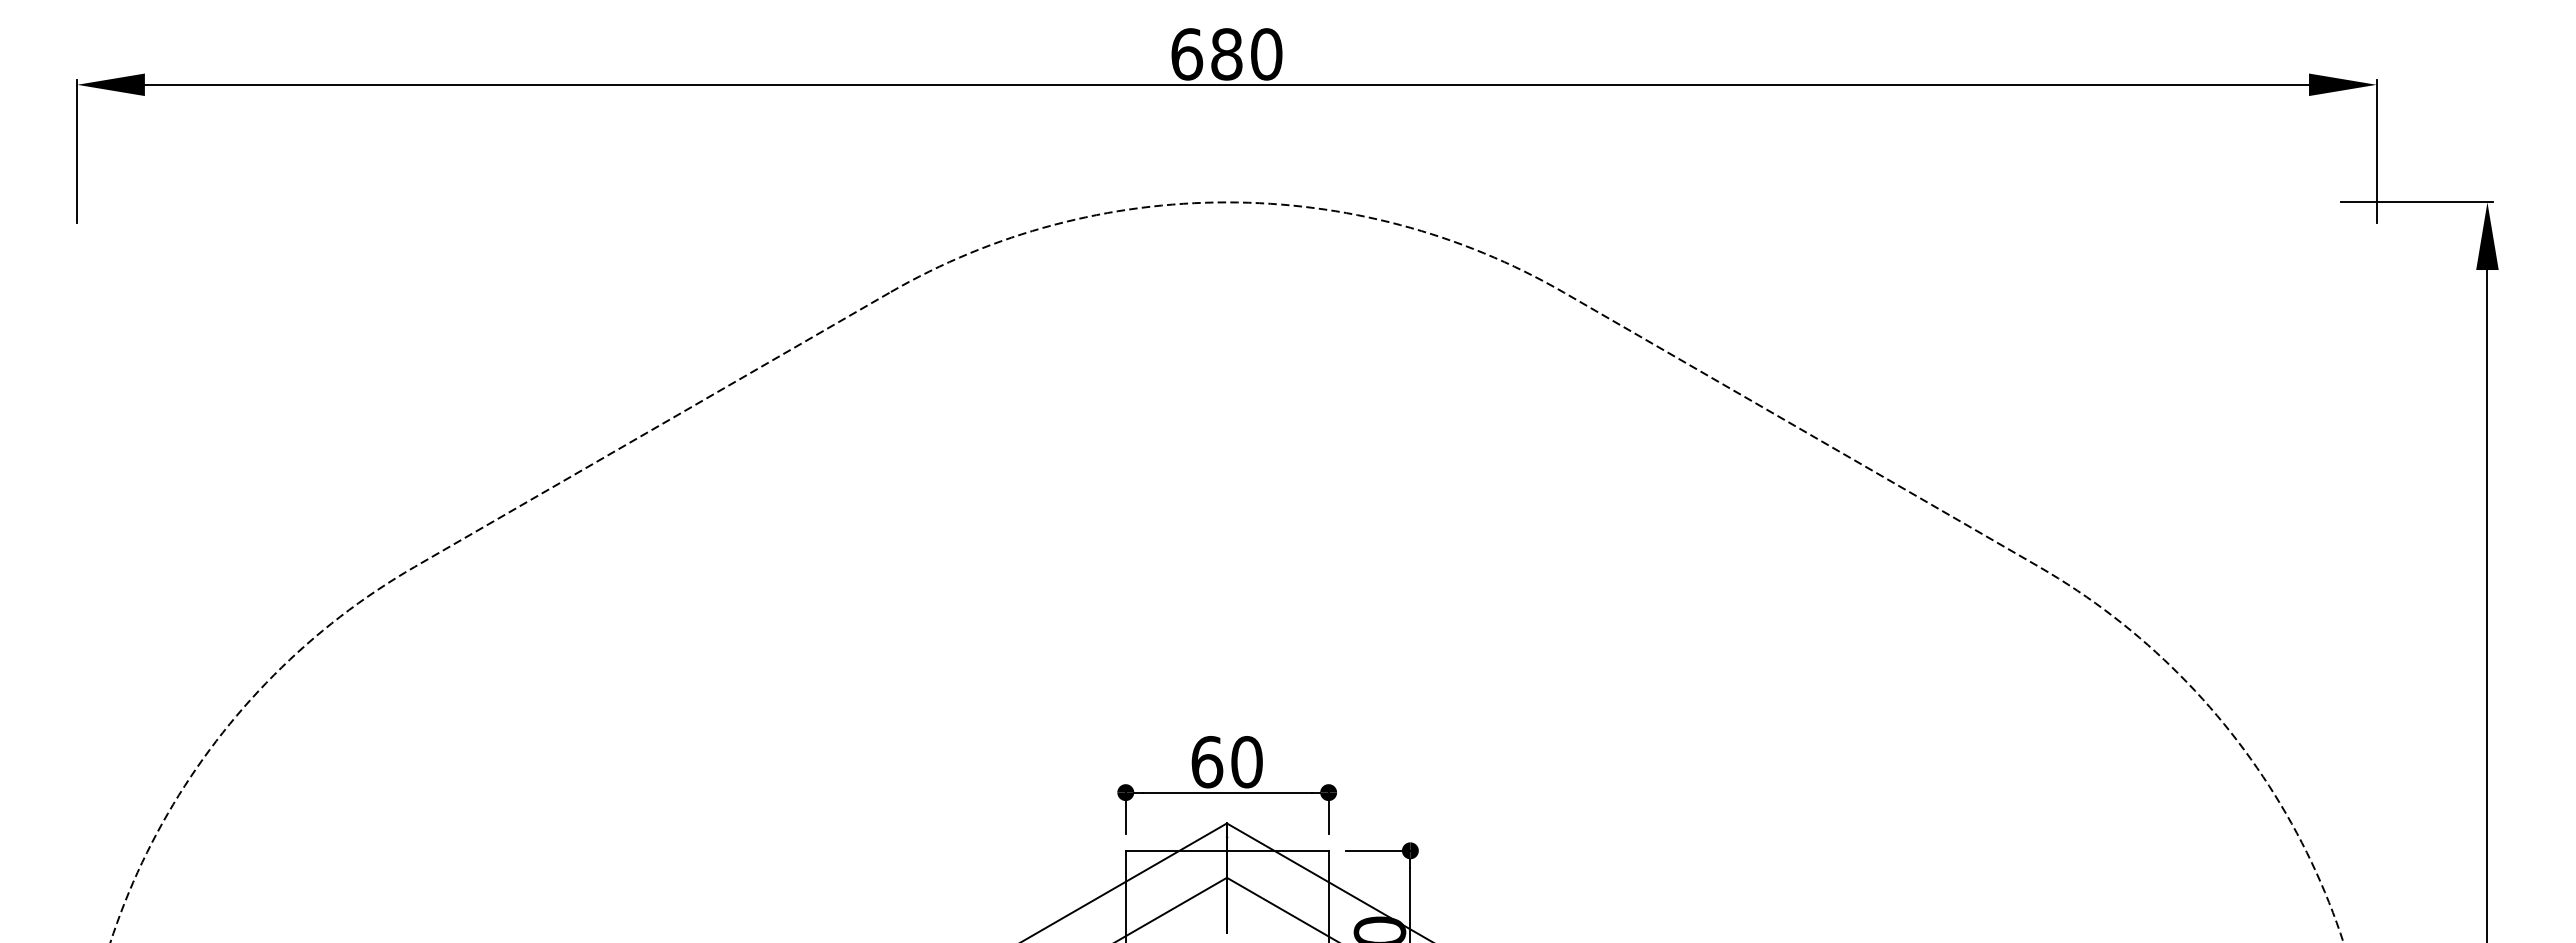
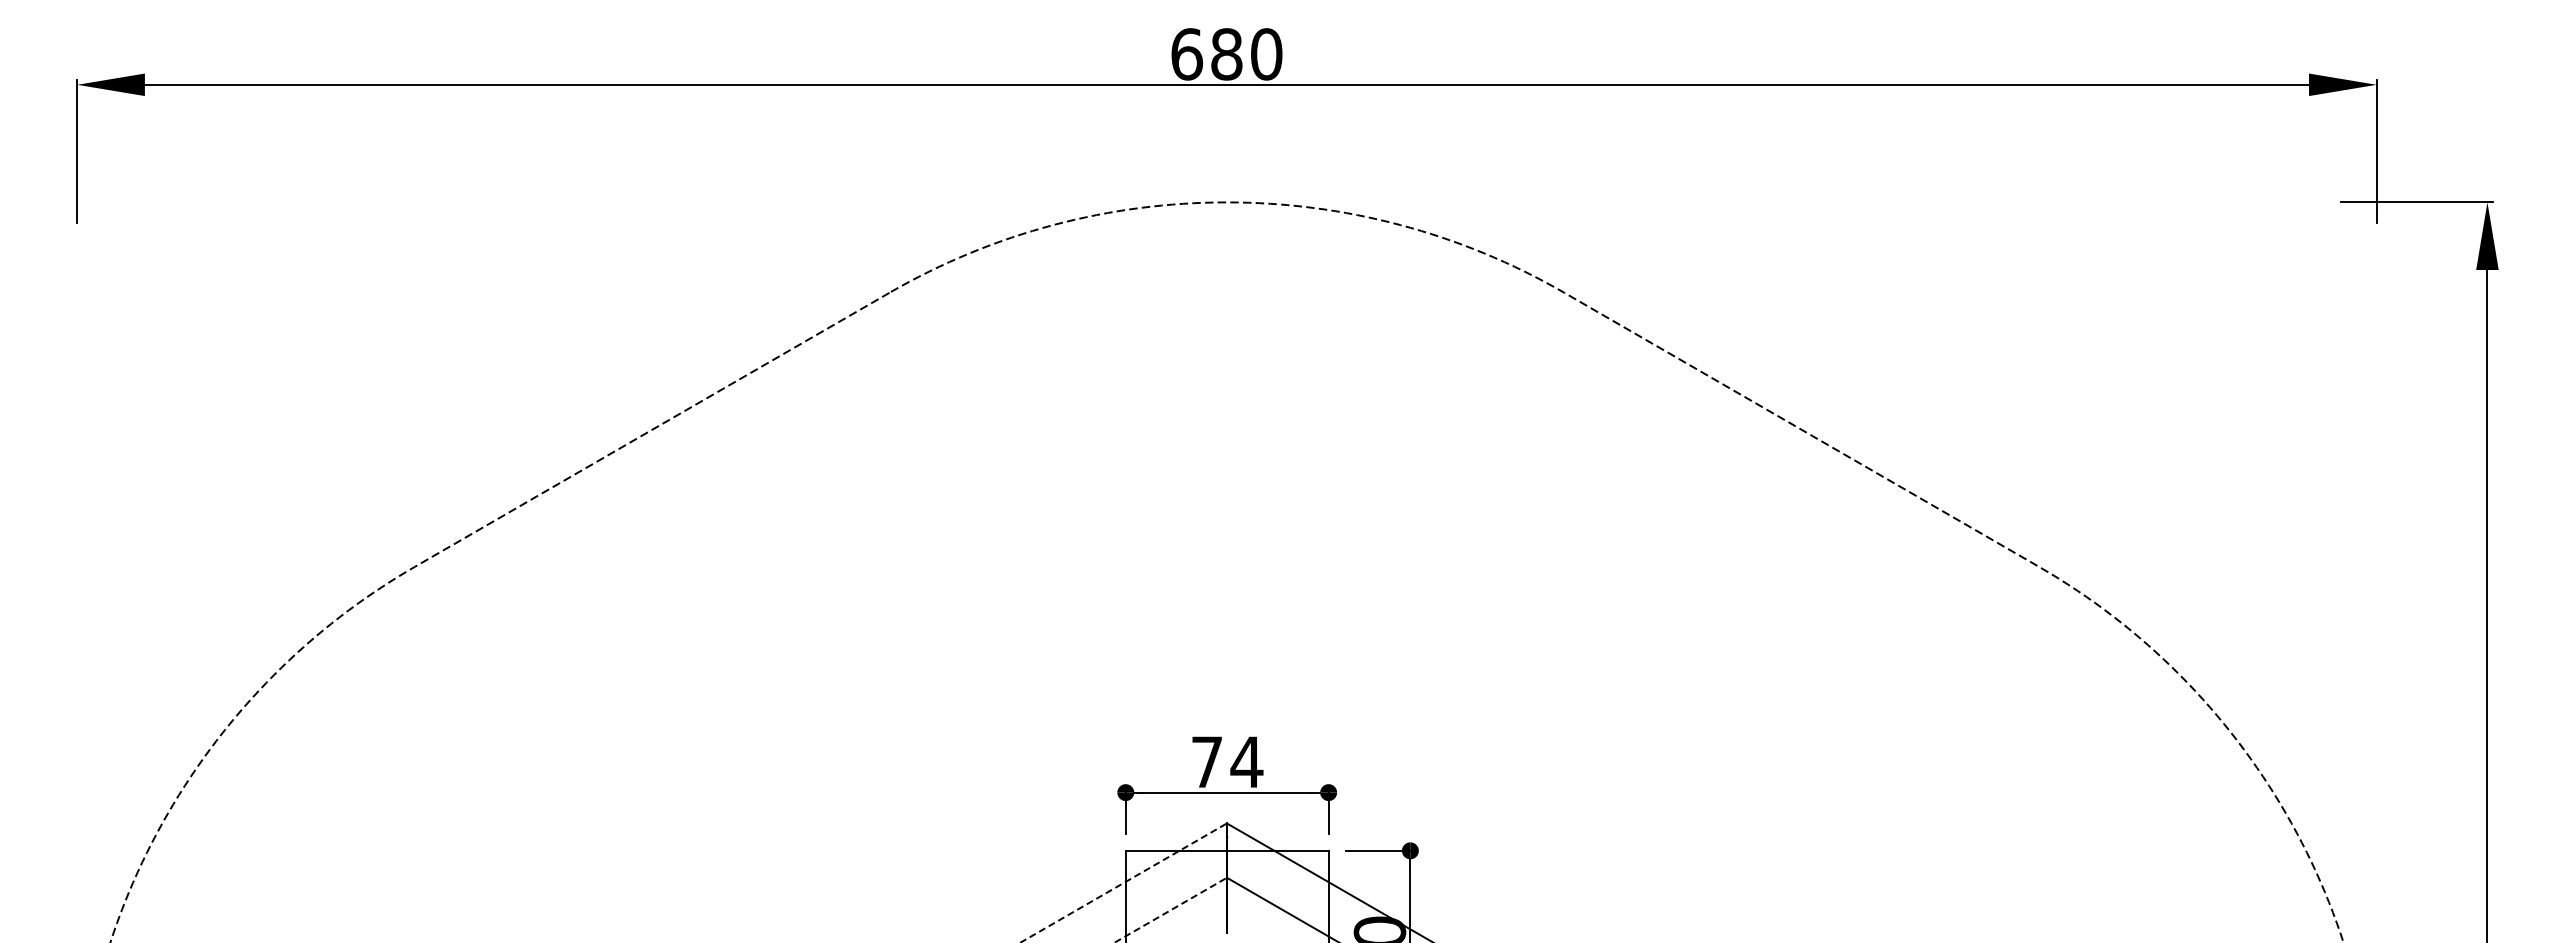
text at (1227, 762): 60 -> 74
line at (1123, 882): solid -> dashed
line at (1170, 910): solid -> dashed
